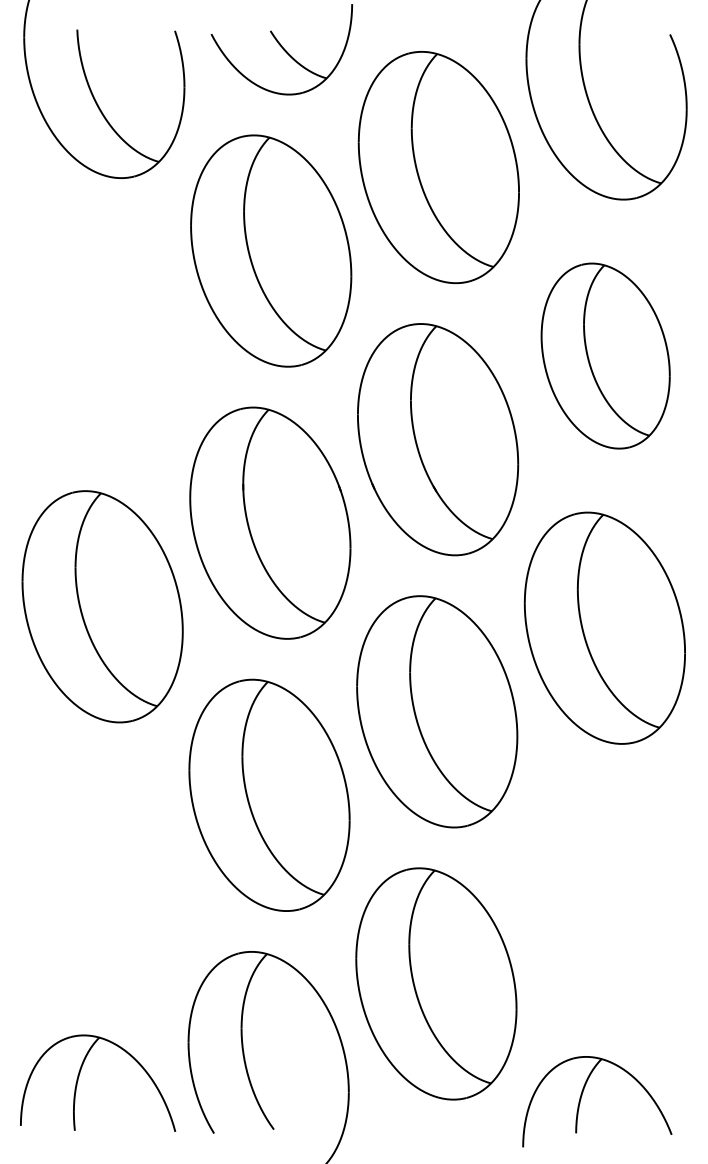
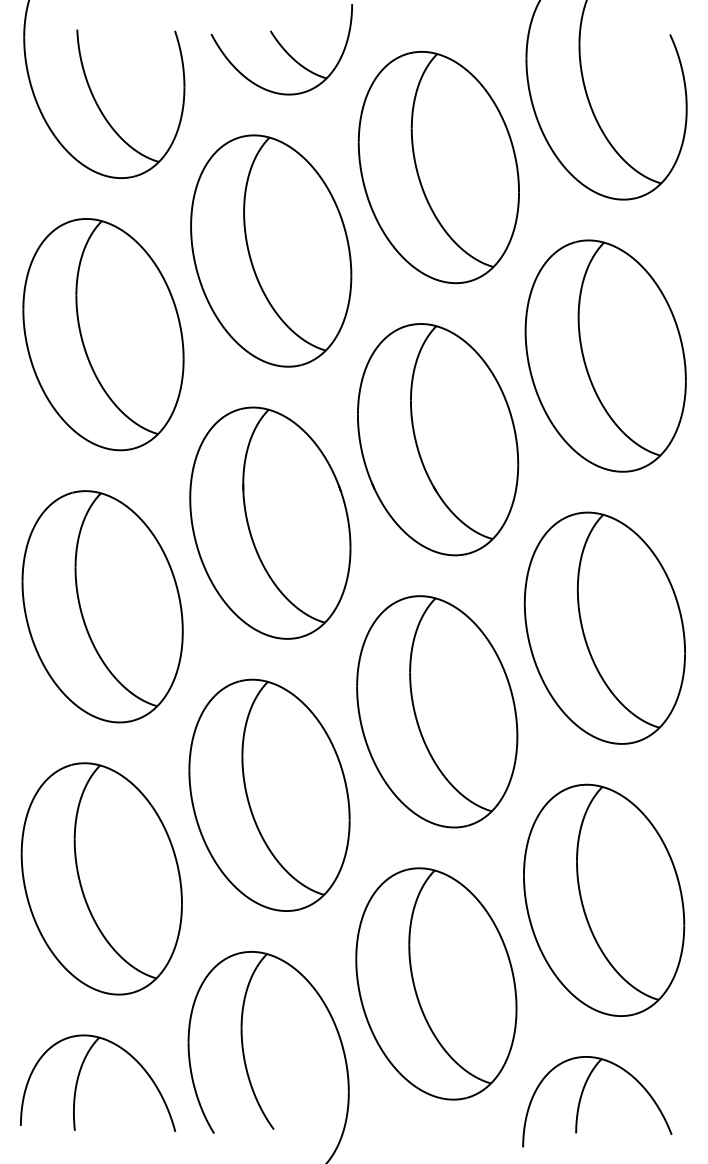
part at (103, 334): none -> present
part at (605, 355) size: 131x188 px -> 163x234 px
part at (101, 878): none -> present
part at (604, 899): none -> present
